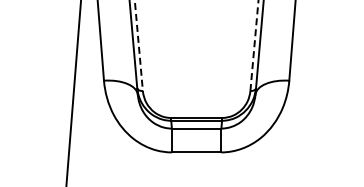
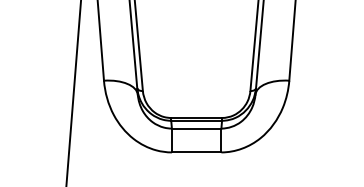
line at (254, 45): dashed -> solid
line at (138, 46): dashed -> solid
